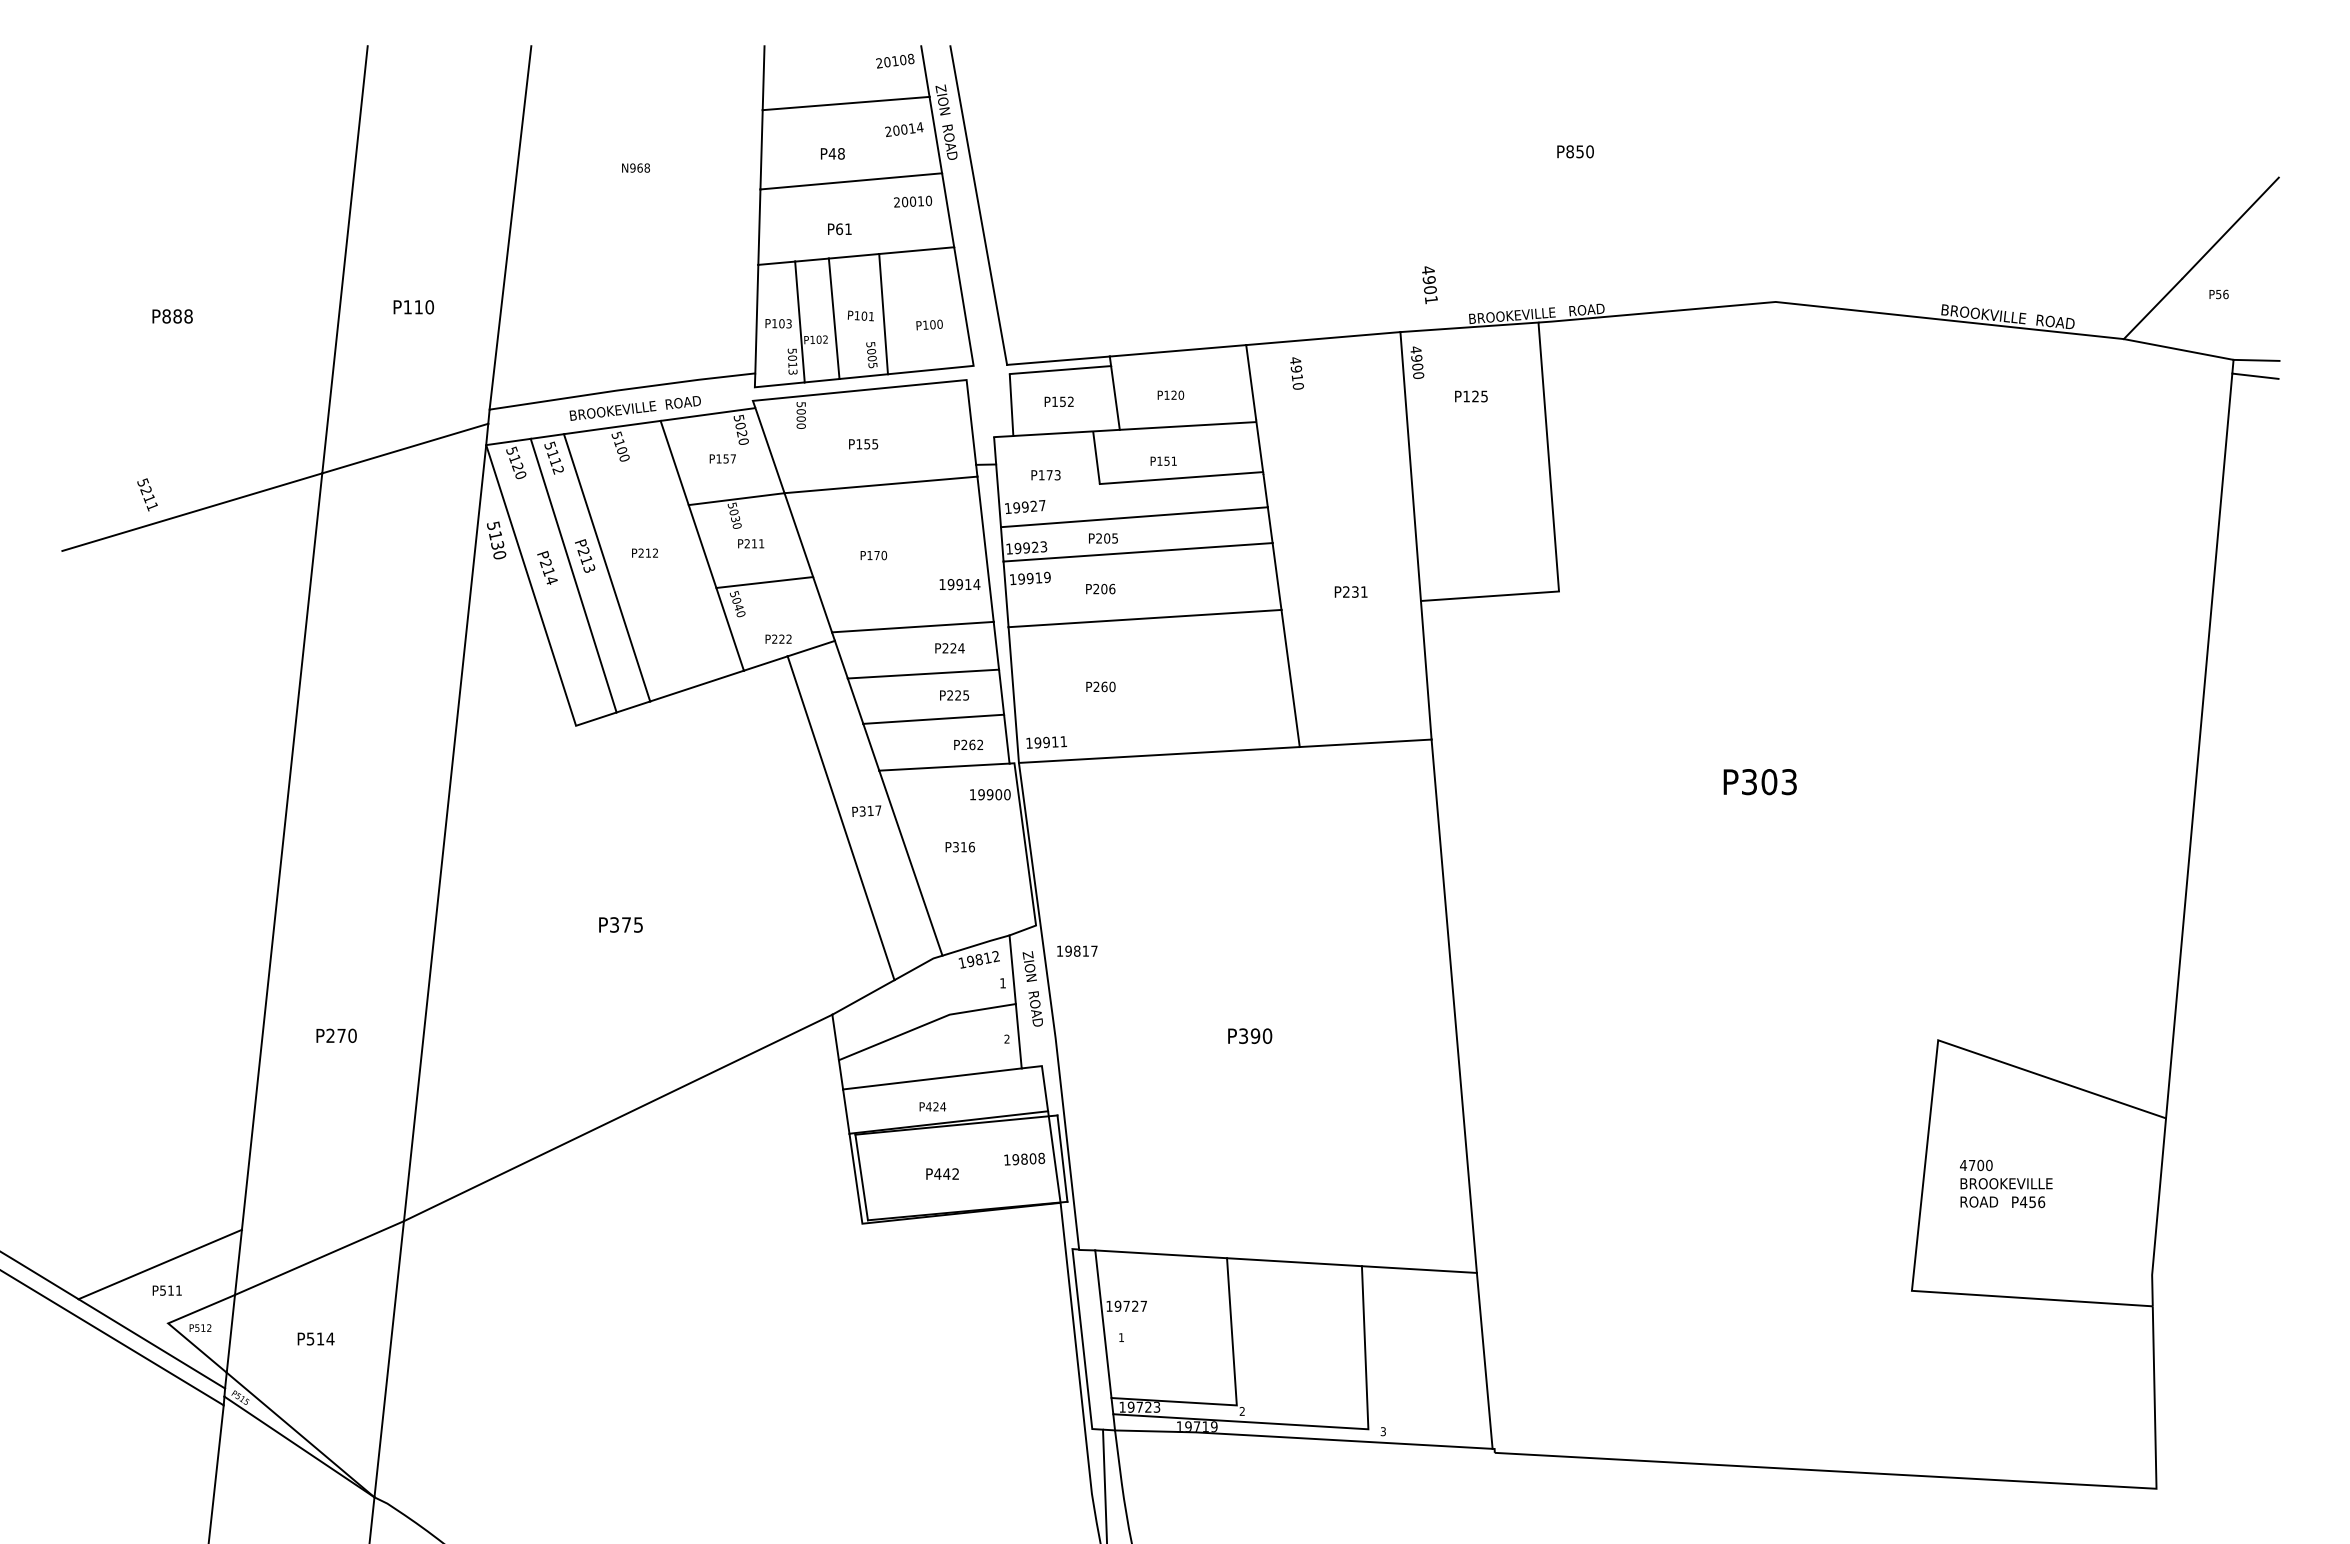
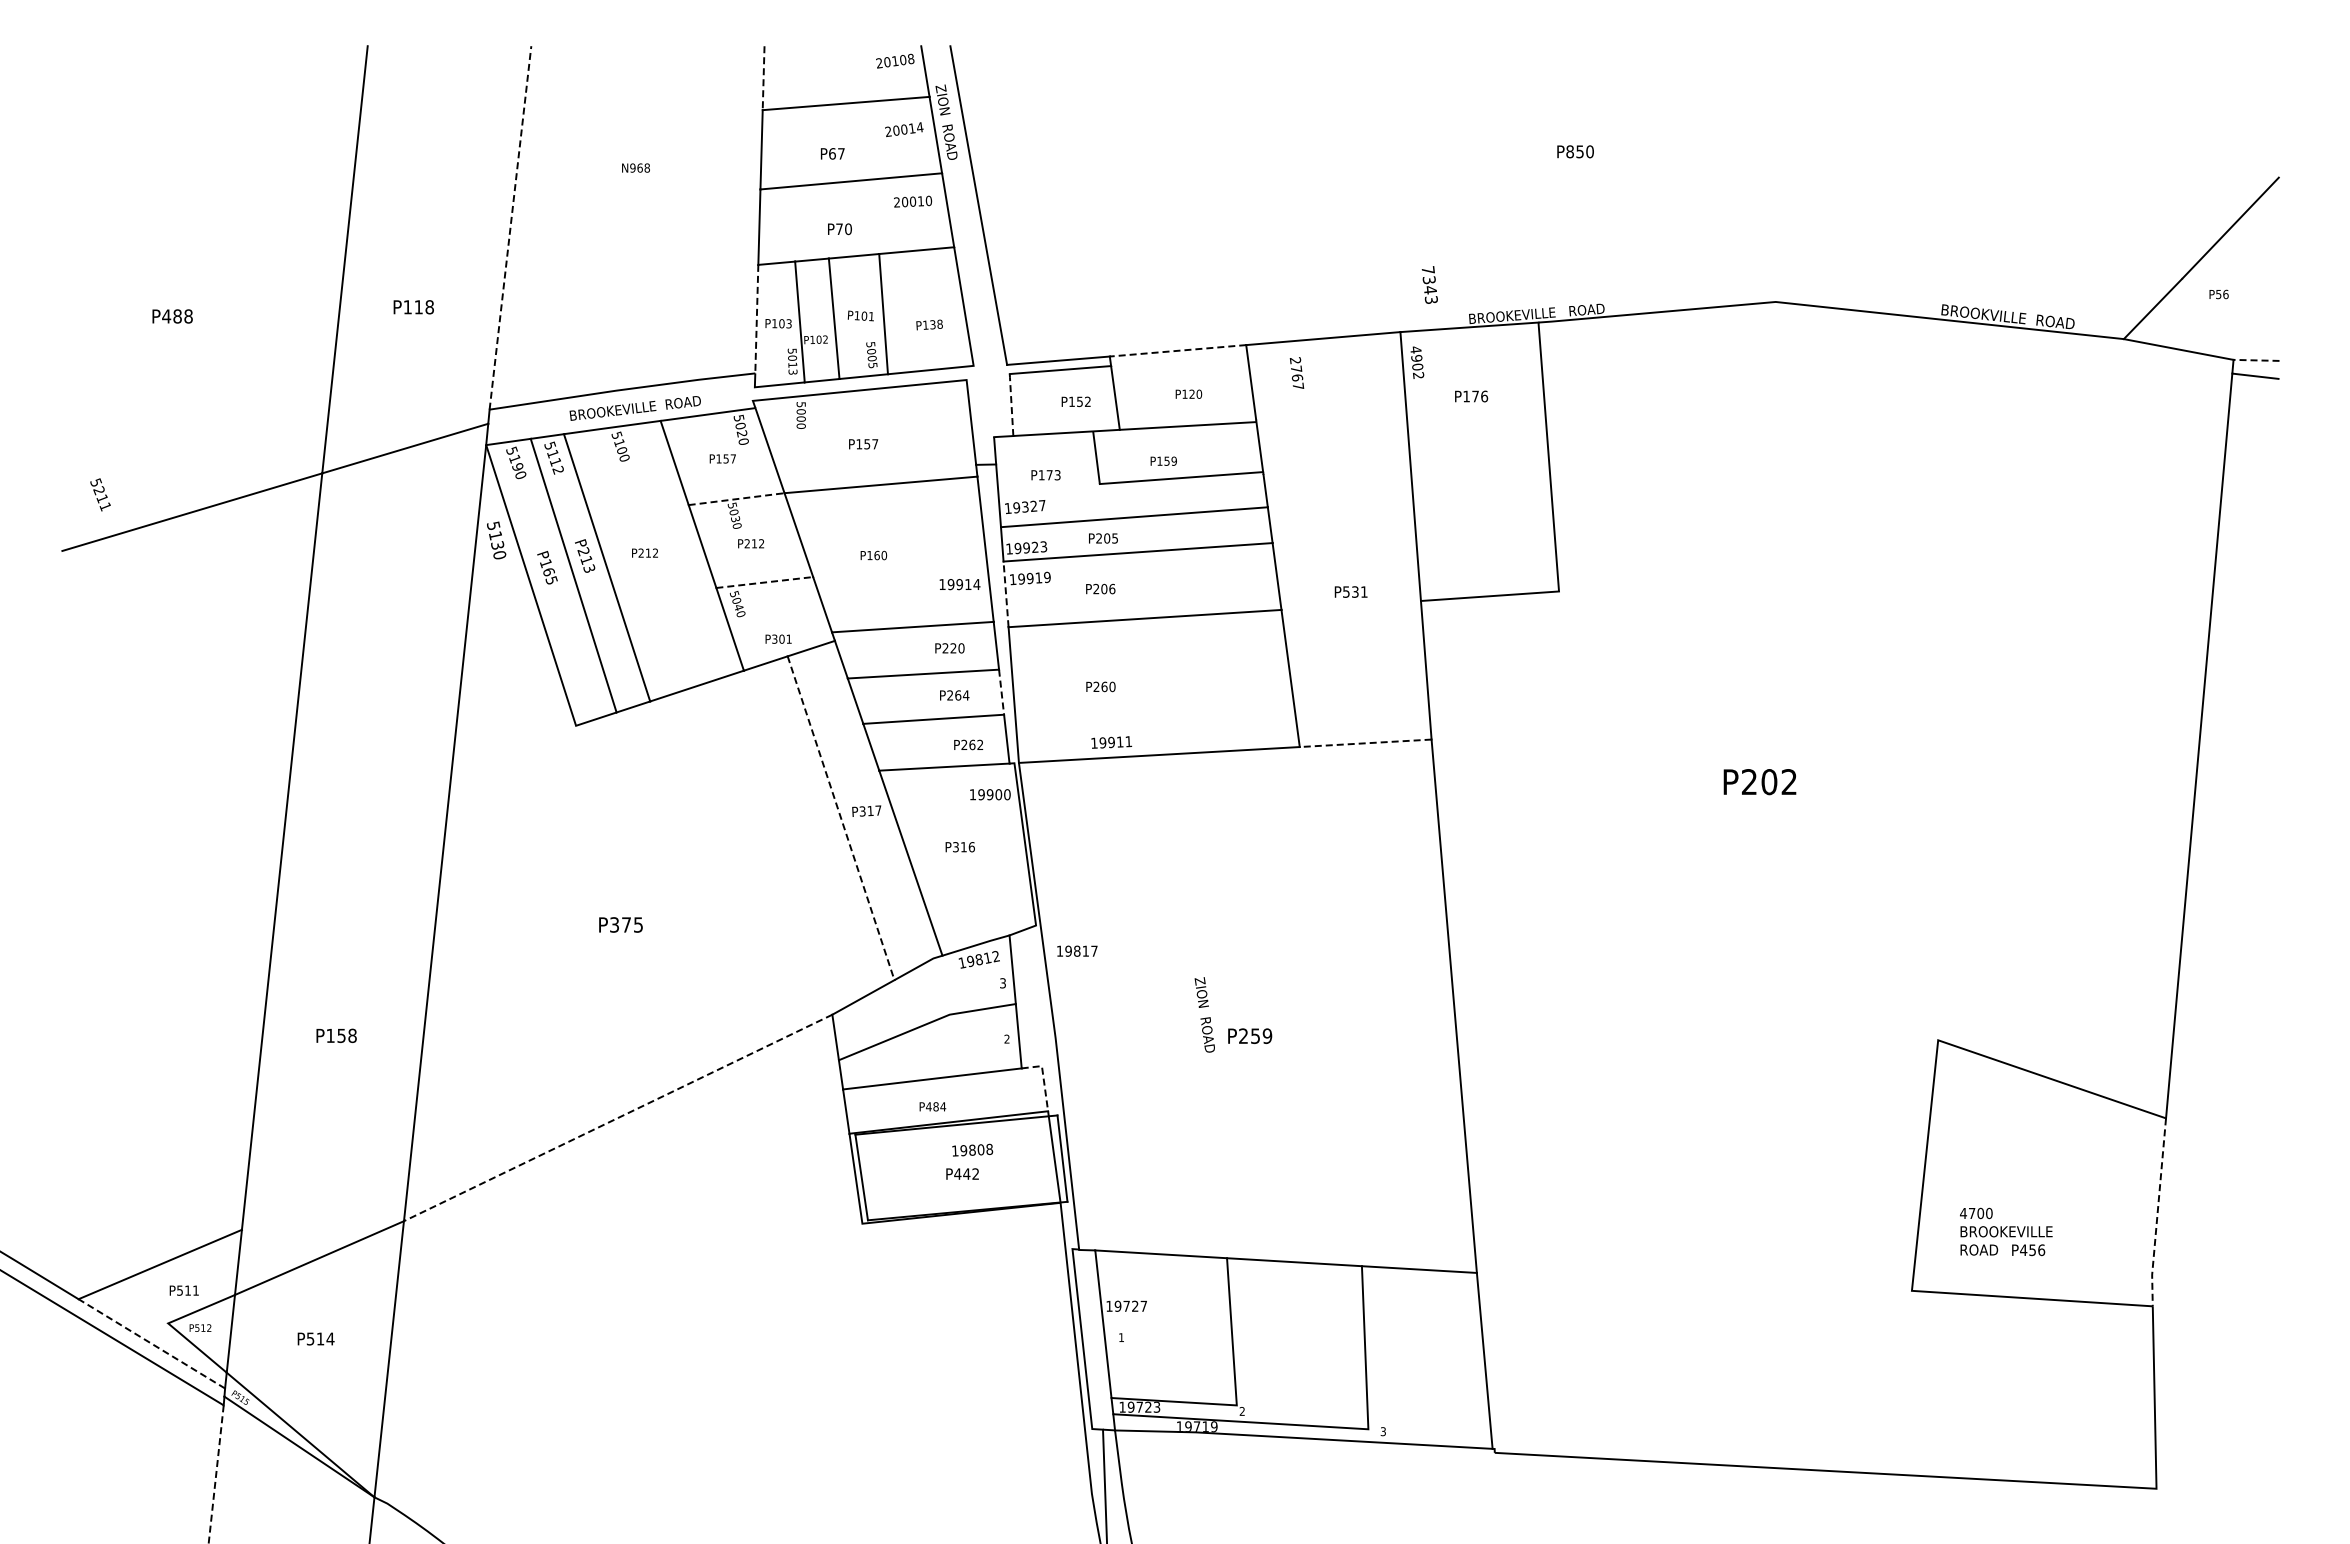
line at (763, 78): solid -> dashed
text at (836, 153): P48 -> P67
line at (510, 227): solid -> dashed
text at (843, 229): P61 -> P70
text at (1429, 285): 4901 -> 7343
text at (429, 307): P110 -> P118
text at (166, 316): P888 -> P488
line at (756, 319): solid -> dashed
text at (936, 324): P100 -> P138
line at (1177, 350): solid -> dashed
line at (2256, 360): solid -> dashed
text at (1296, 373): 4910 -> 2767
text at (1418, 375): 4900 -> 4902
text at (1170, 394) position: (1170, 394) -> (1188, 393)
text at (1480, 396): P125 -> P176
text at (1058, 401) position: (1058, 401) -> (1075, 401)
line at (1011, 404): solid -> dashed
text at (875, 444): P155 -> P157
text at (1173, 460): P151 -> P159
text at (516, 466): 5120 -> 5190
text at (147, 494) position: (147, 494) -> (100, 494)
line at (736, 499): solid -> dashed
text at (1024, 506): 19927 -> 19327
text at (761, 543): P211 -> P212
text at (876, 555): P170 -> P160
text at (548, 571): P214 -> P165
line at (764, 582): solid -> dashed
text at (1346, 591): P231 -> P531
line at (1006, 594): solid -> dashed
text at (781, 638): P222 -> P301
text at (961, 648): P224 -> P220
line at (1001, 692): solid -> dashed
text at (962, 695): P225 -> P264
text at (1046, 742) position: (1046, 742) -> (1111, 742)
line at (1365, 743): solid -> dashed
text at (1769, 782): P303 -> P202
line at (841, 818): solid -> dashed
text at (1002, 983): 1 -> 3
text at (1032, 988) position: (1032, 988) -> (1204, 1014)
text at (341, 1035): P270 -> P158
text at (1255, 1036): P390 -> P259
line at (1043, 1077): solid -> dashed
text at (935, 1106): P424 -> P484
line at (618, 1117): solid -> dashed
text at (1024, 1158) position: (1024, 1158) -> (972, 1149)
text at (942, 1173) position: (942, 1173) -> (962, 1173)
text at (2006, 1183) position: (2006, 1183) -> (2006, 1231)
line at (2157, 1213): solid -> dashed
text at (166, 1290) position: (166, 1290) -> (183, 1290)
line at (151, 1343): solid -> dashed
line at (216, 1474): solid -> dashed
